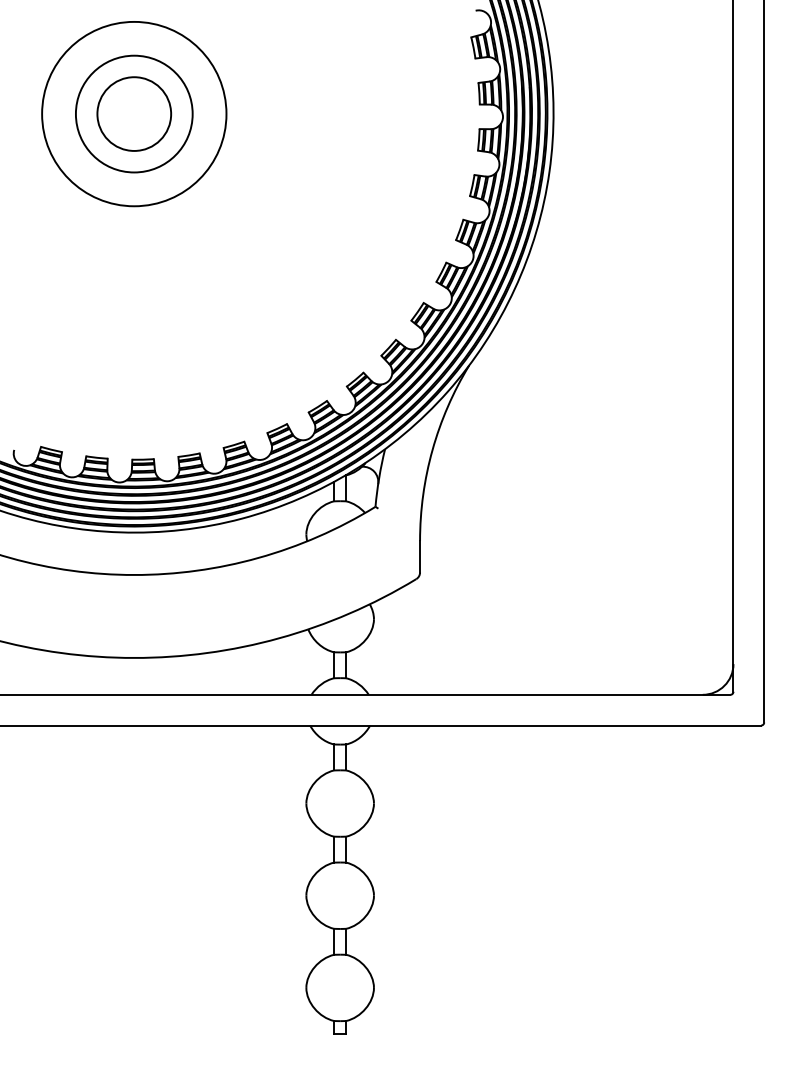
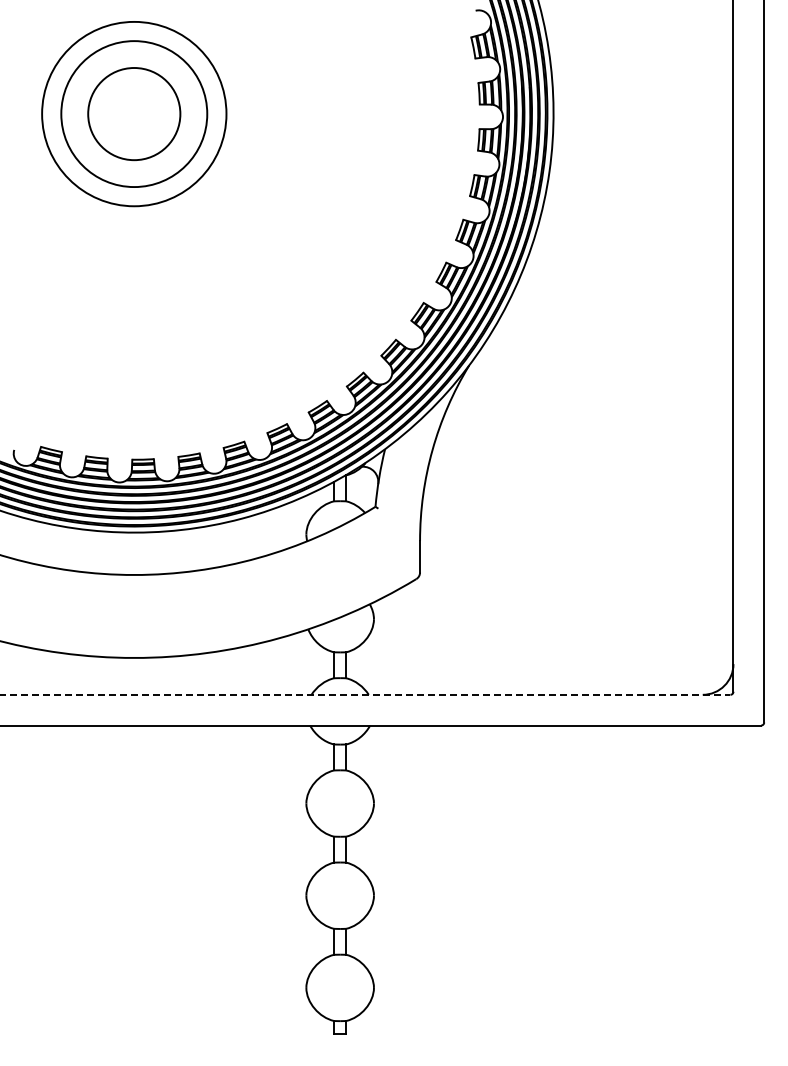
circle at (133, 113) diameter: 117 px -> 146 px
circle at (134, 113) diameter: 74 px -> 92 px
line at (365, 694): solid -> dashed
